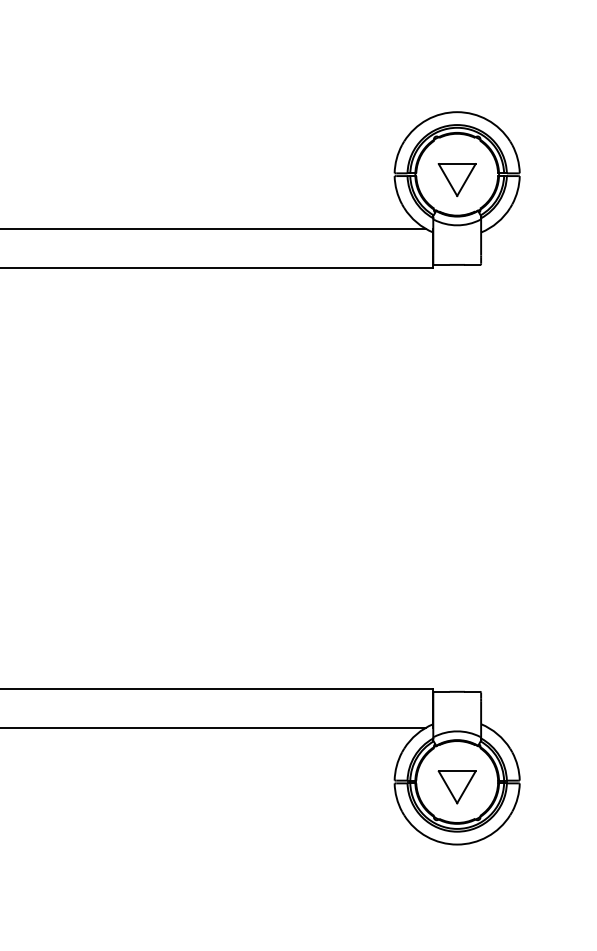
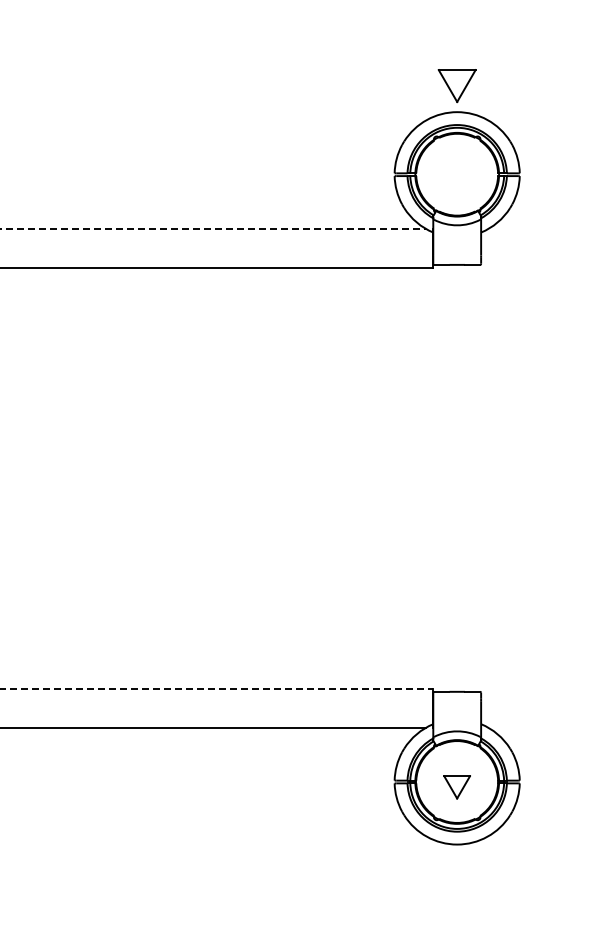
part at (456, 180) position: (456, 180) -> (456, 86)
line at (213, 228): solid -> dashed
line at (217, 688): solid -> dashed
part at (456, 787) size: 40x35 px -> 28x25 px
